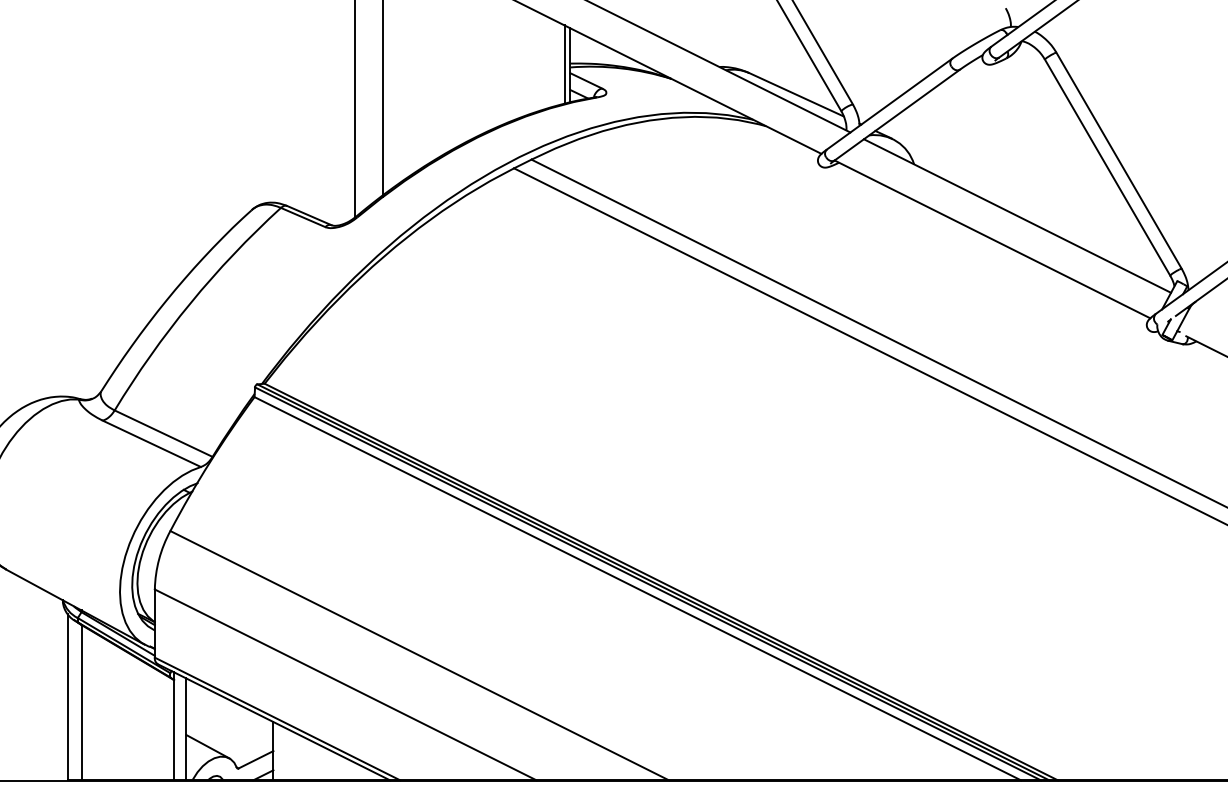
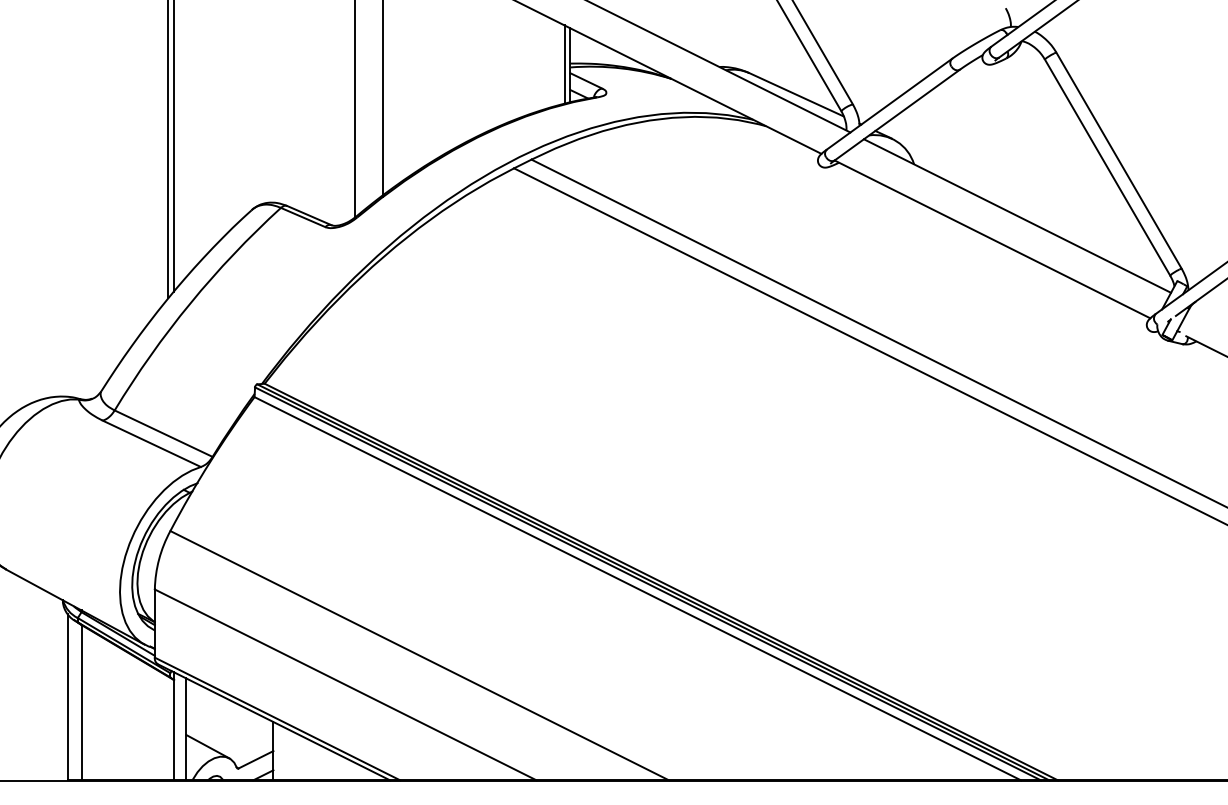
line at (174, 146): none -> present
line at (168, 150): none -> present
